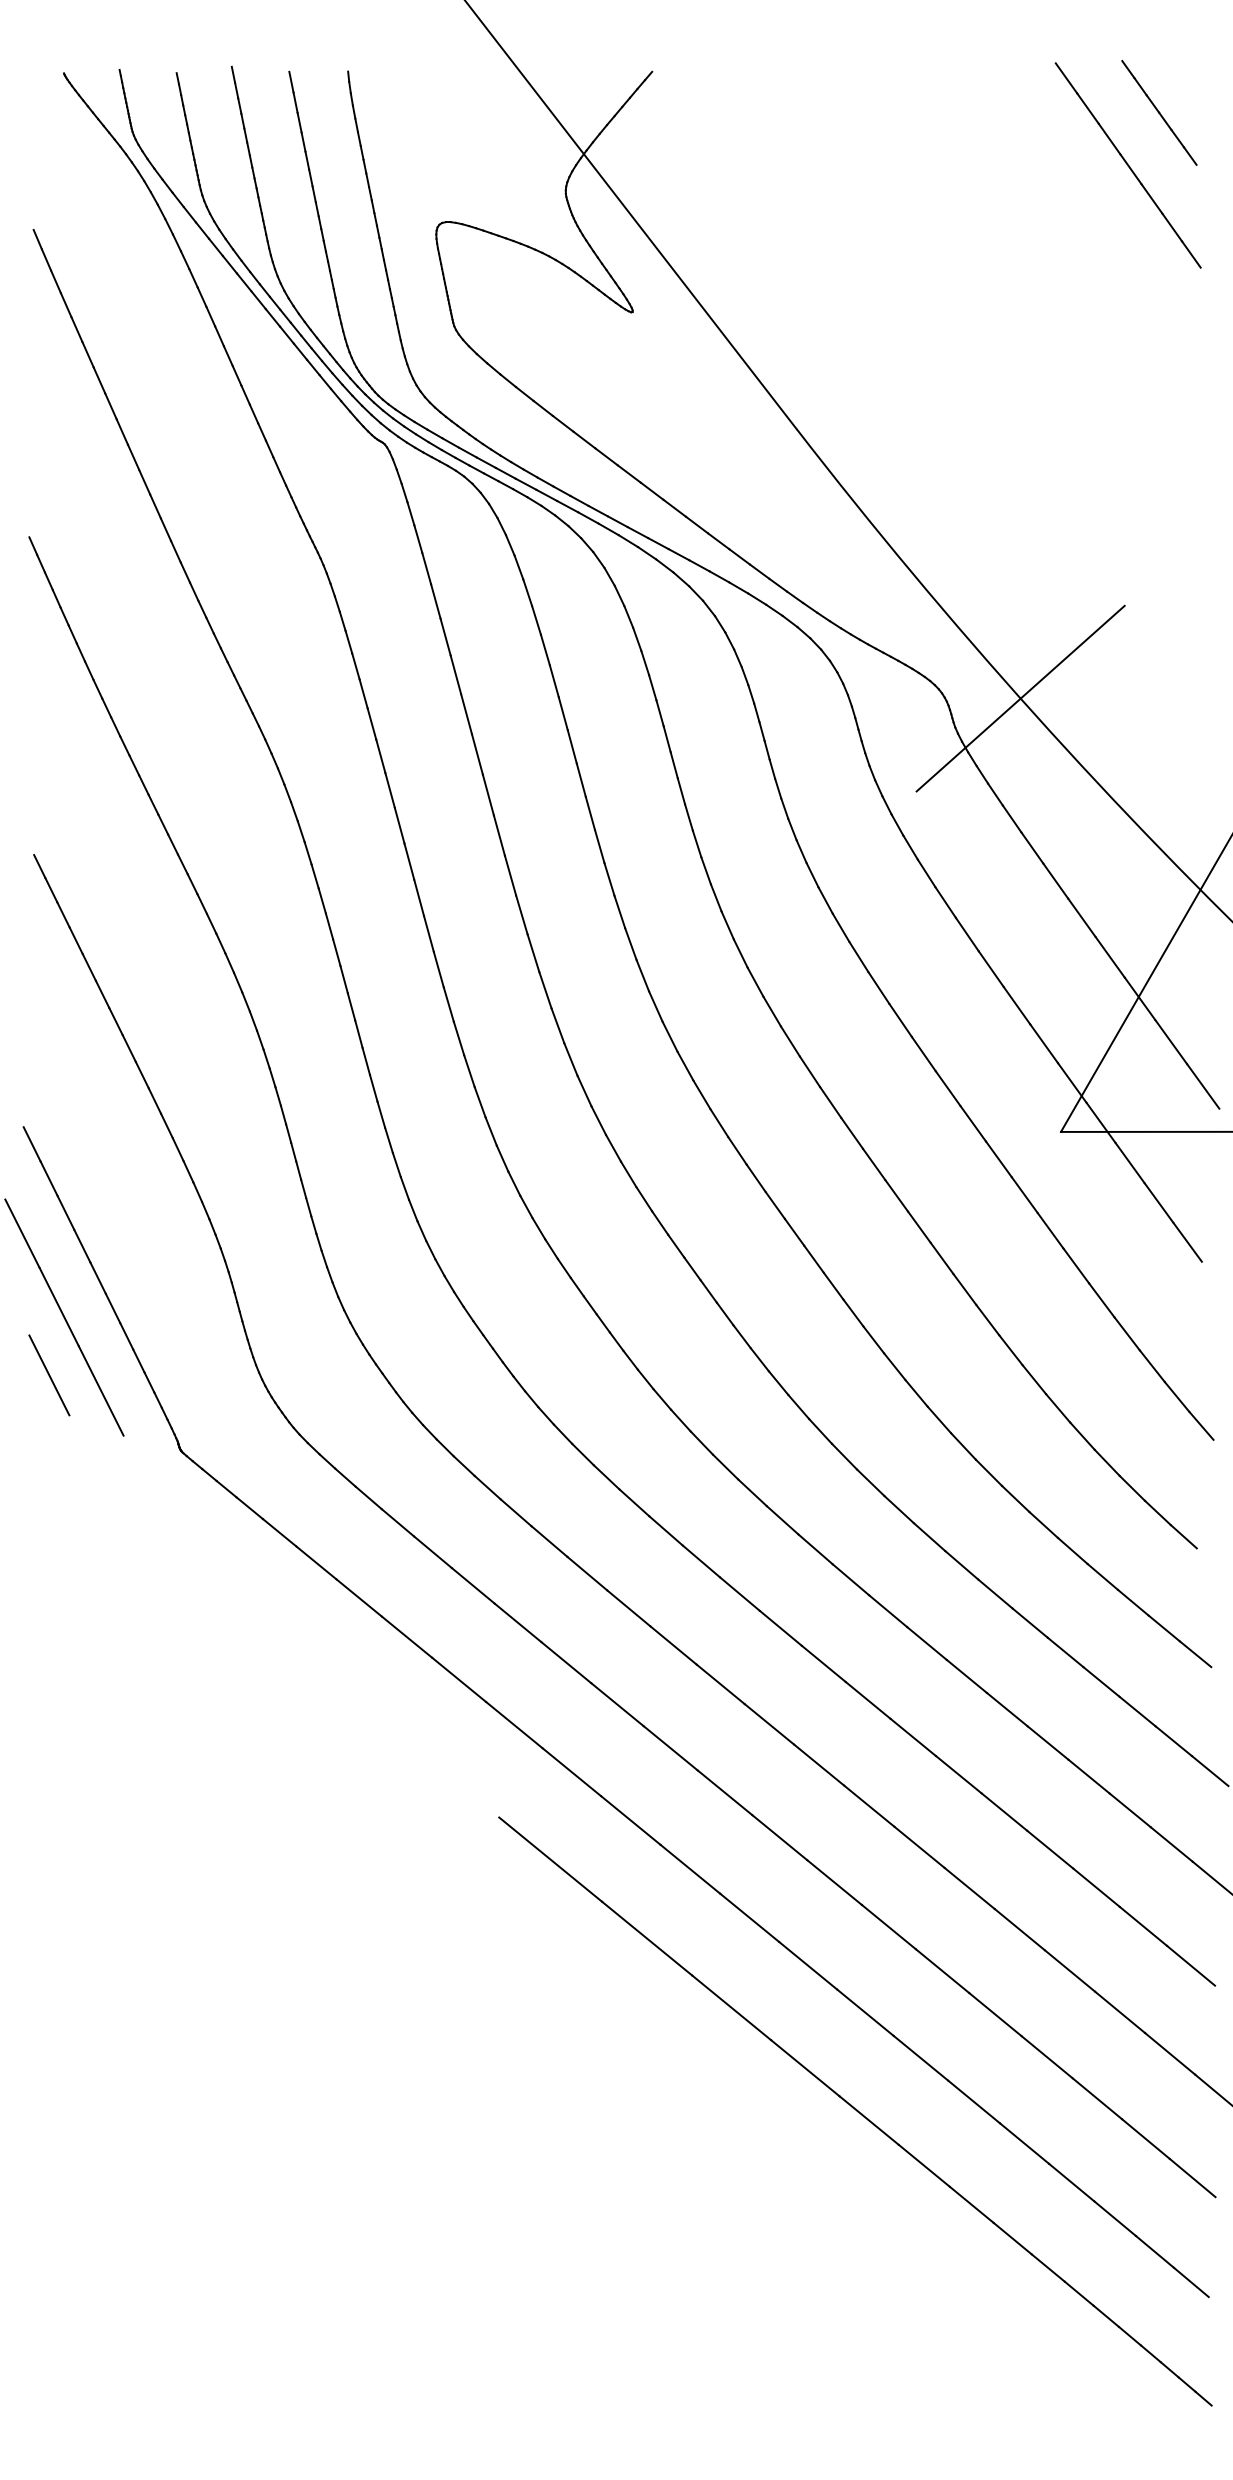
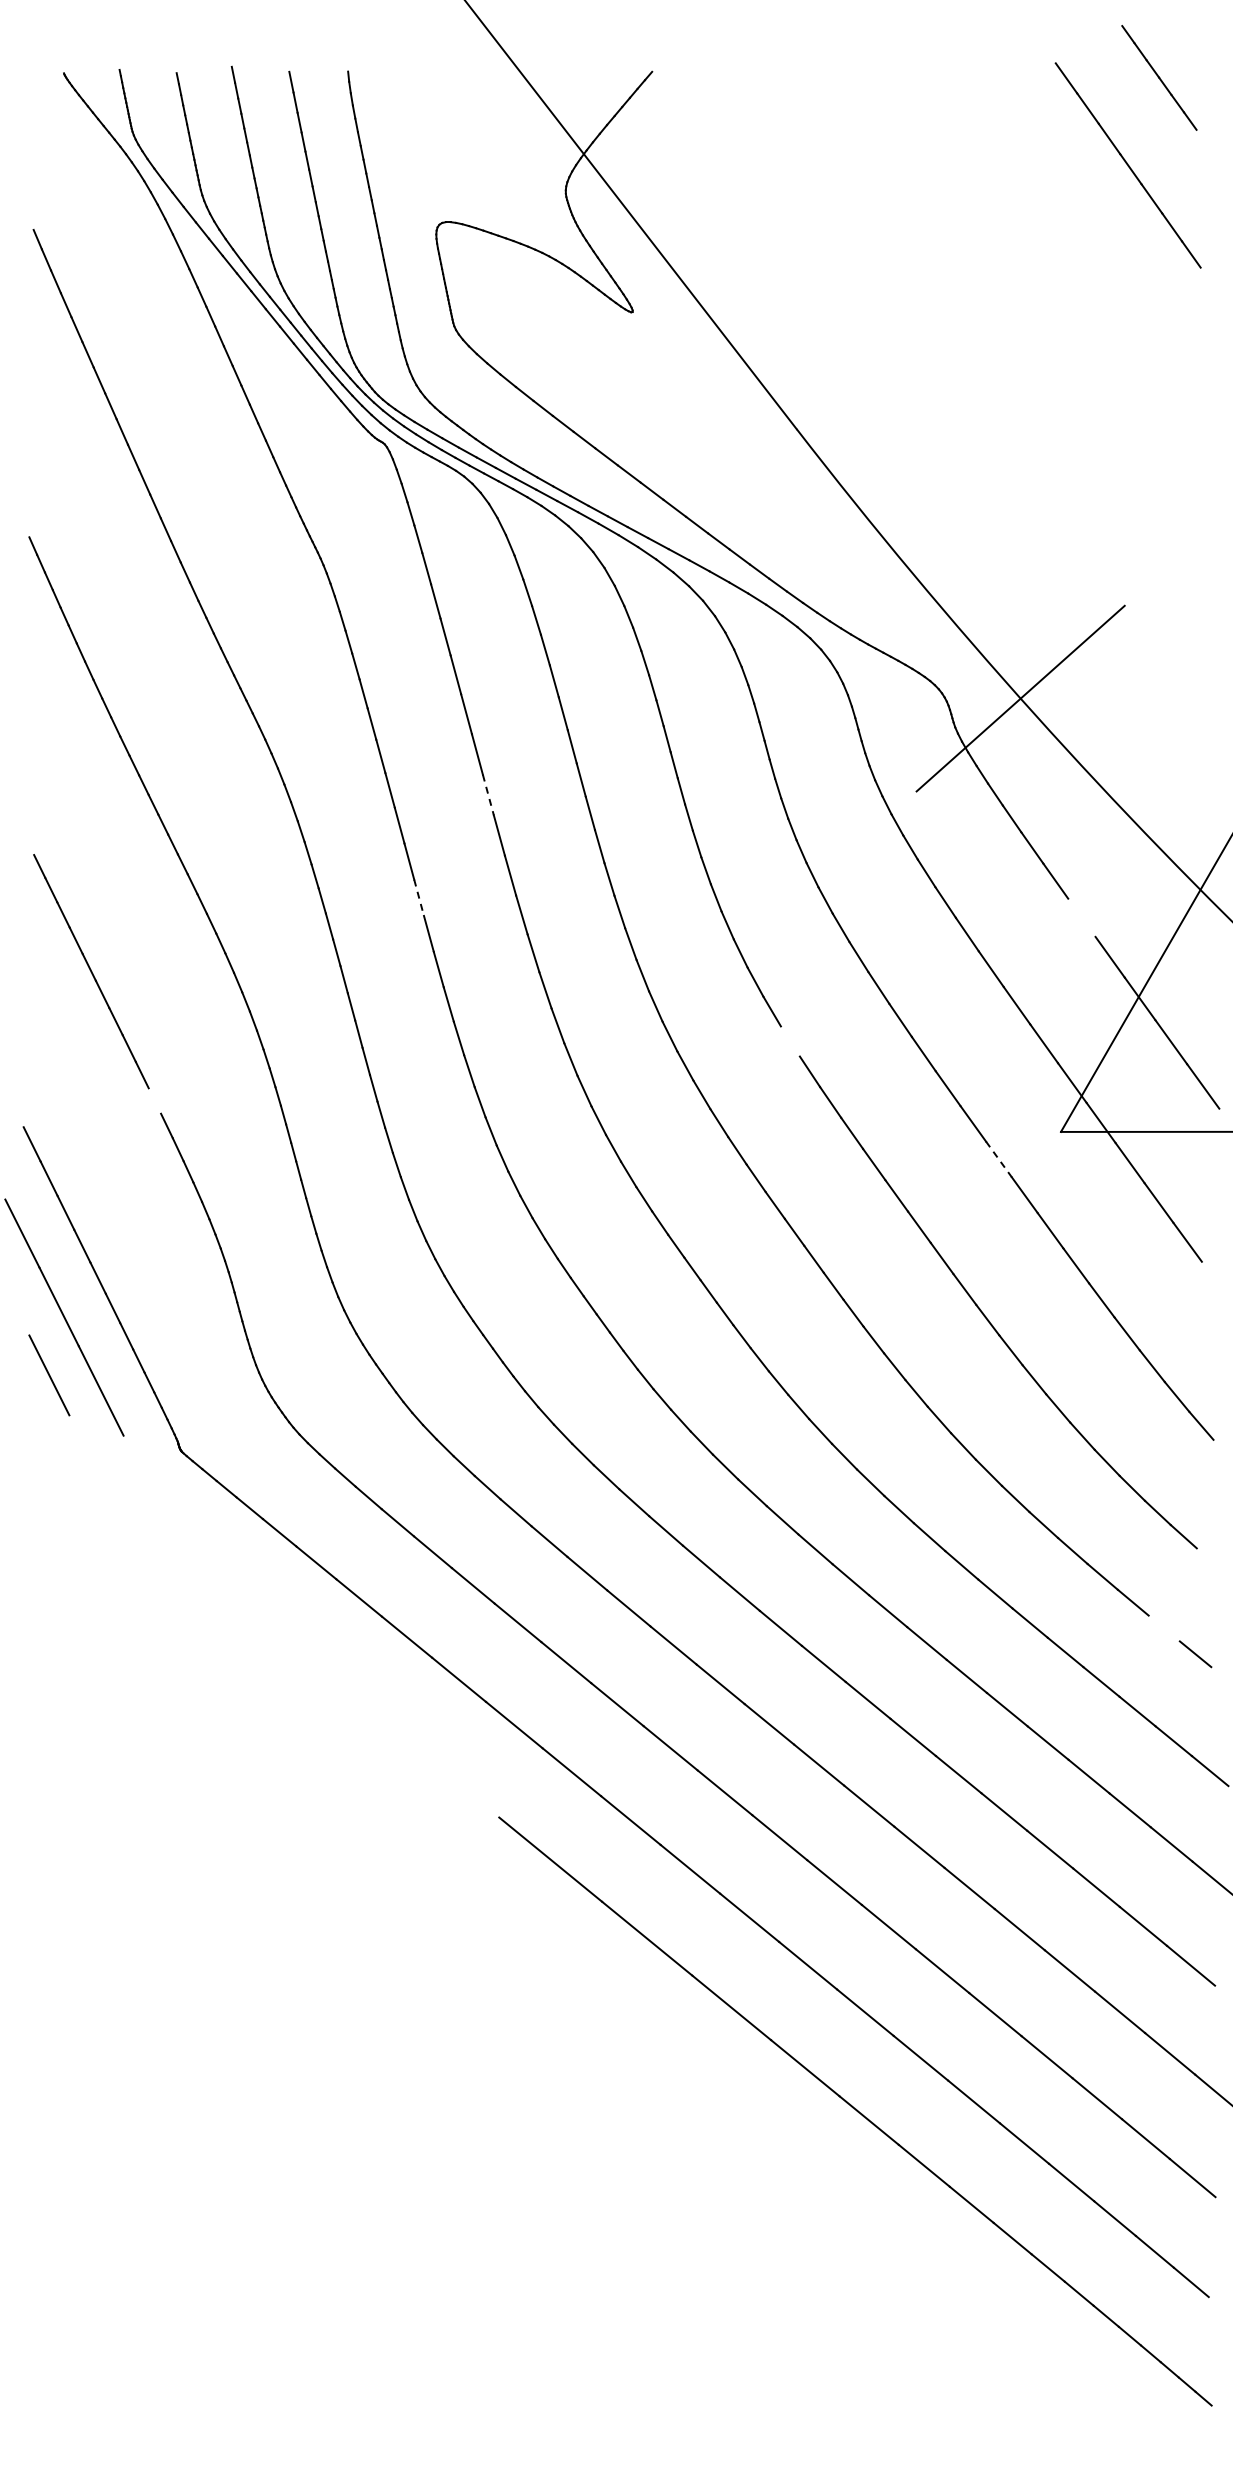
line at (1159, 112) position: (1159, 112) -> (1159, 77)
line at (488, 795): solid -> dashed
line at (419, 897): solid -> dashed
line at (1081, 917): present -> none
line at (789, 1041): present -> none
line at (154, 1100): present -> none
line at (999, 1159): solid -> dashed
line at (1163, 1628): present -> none
